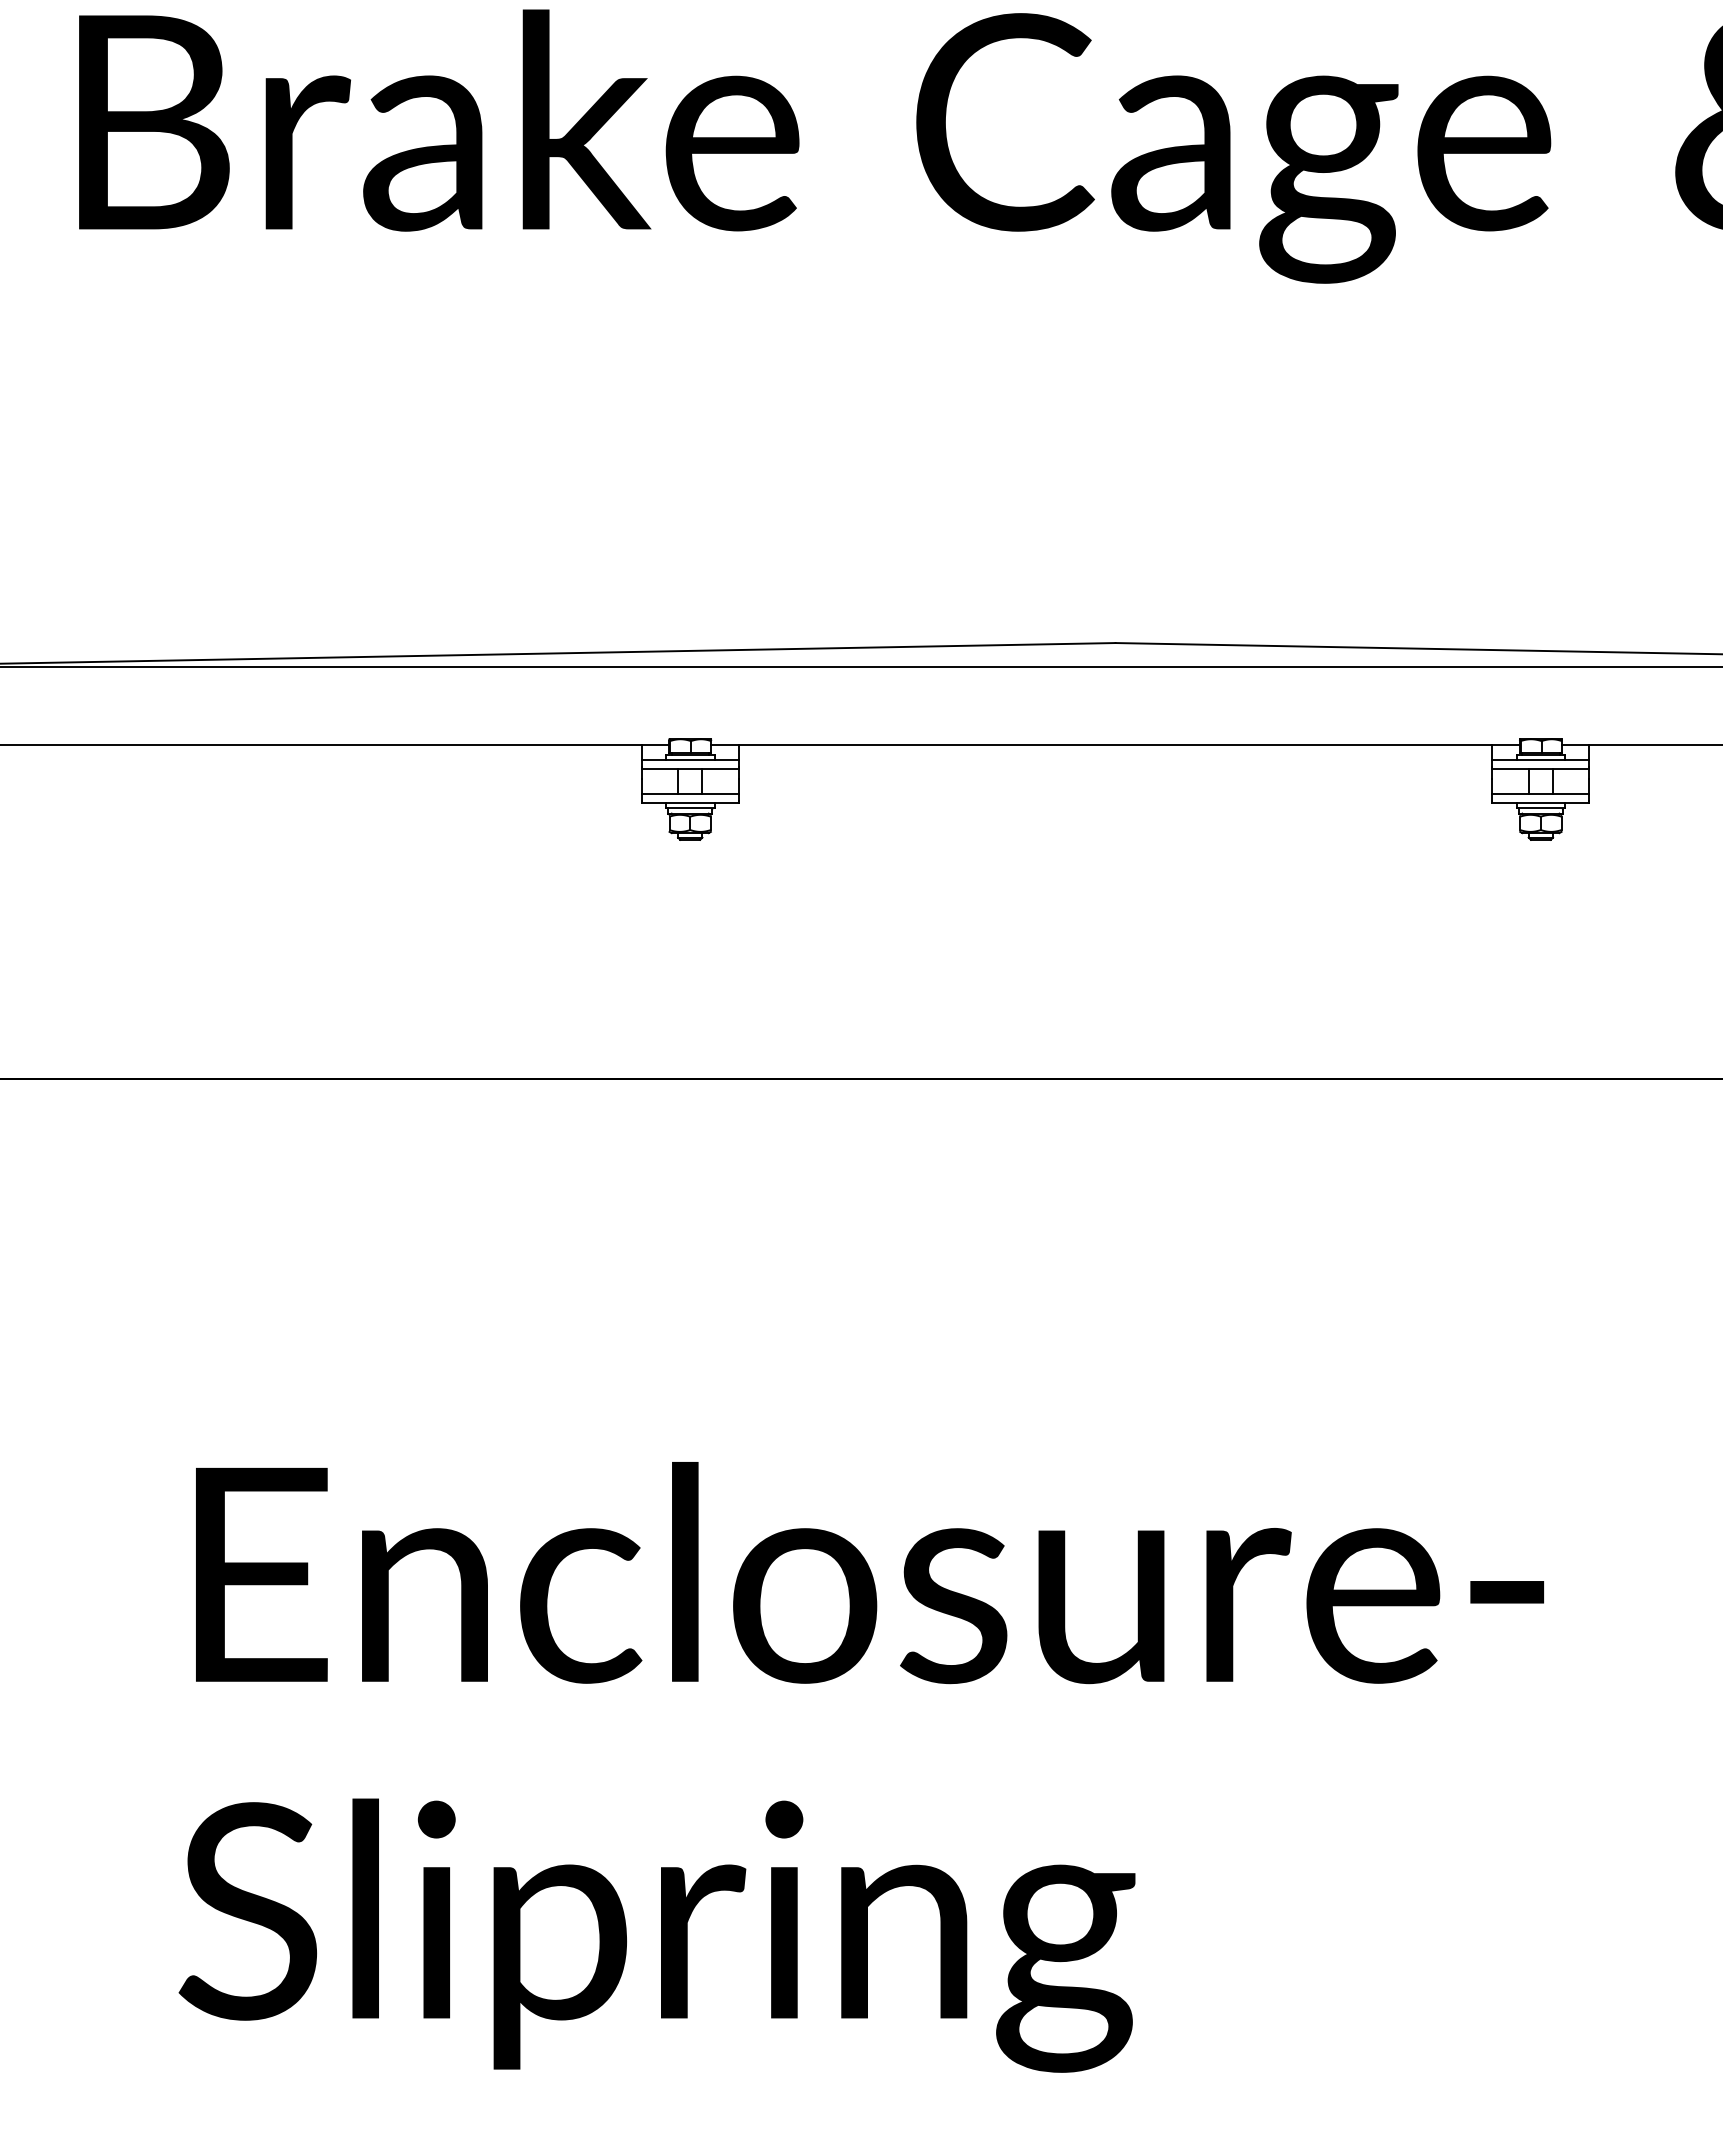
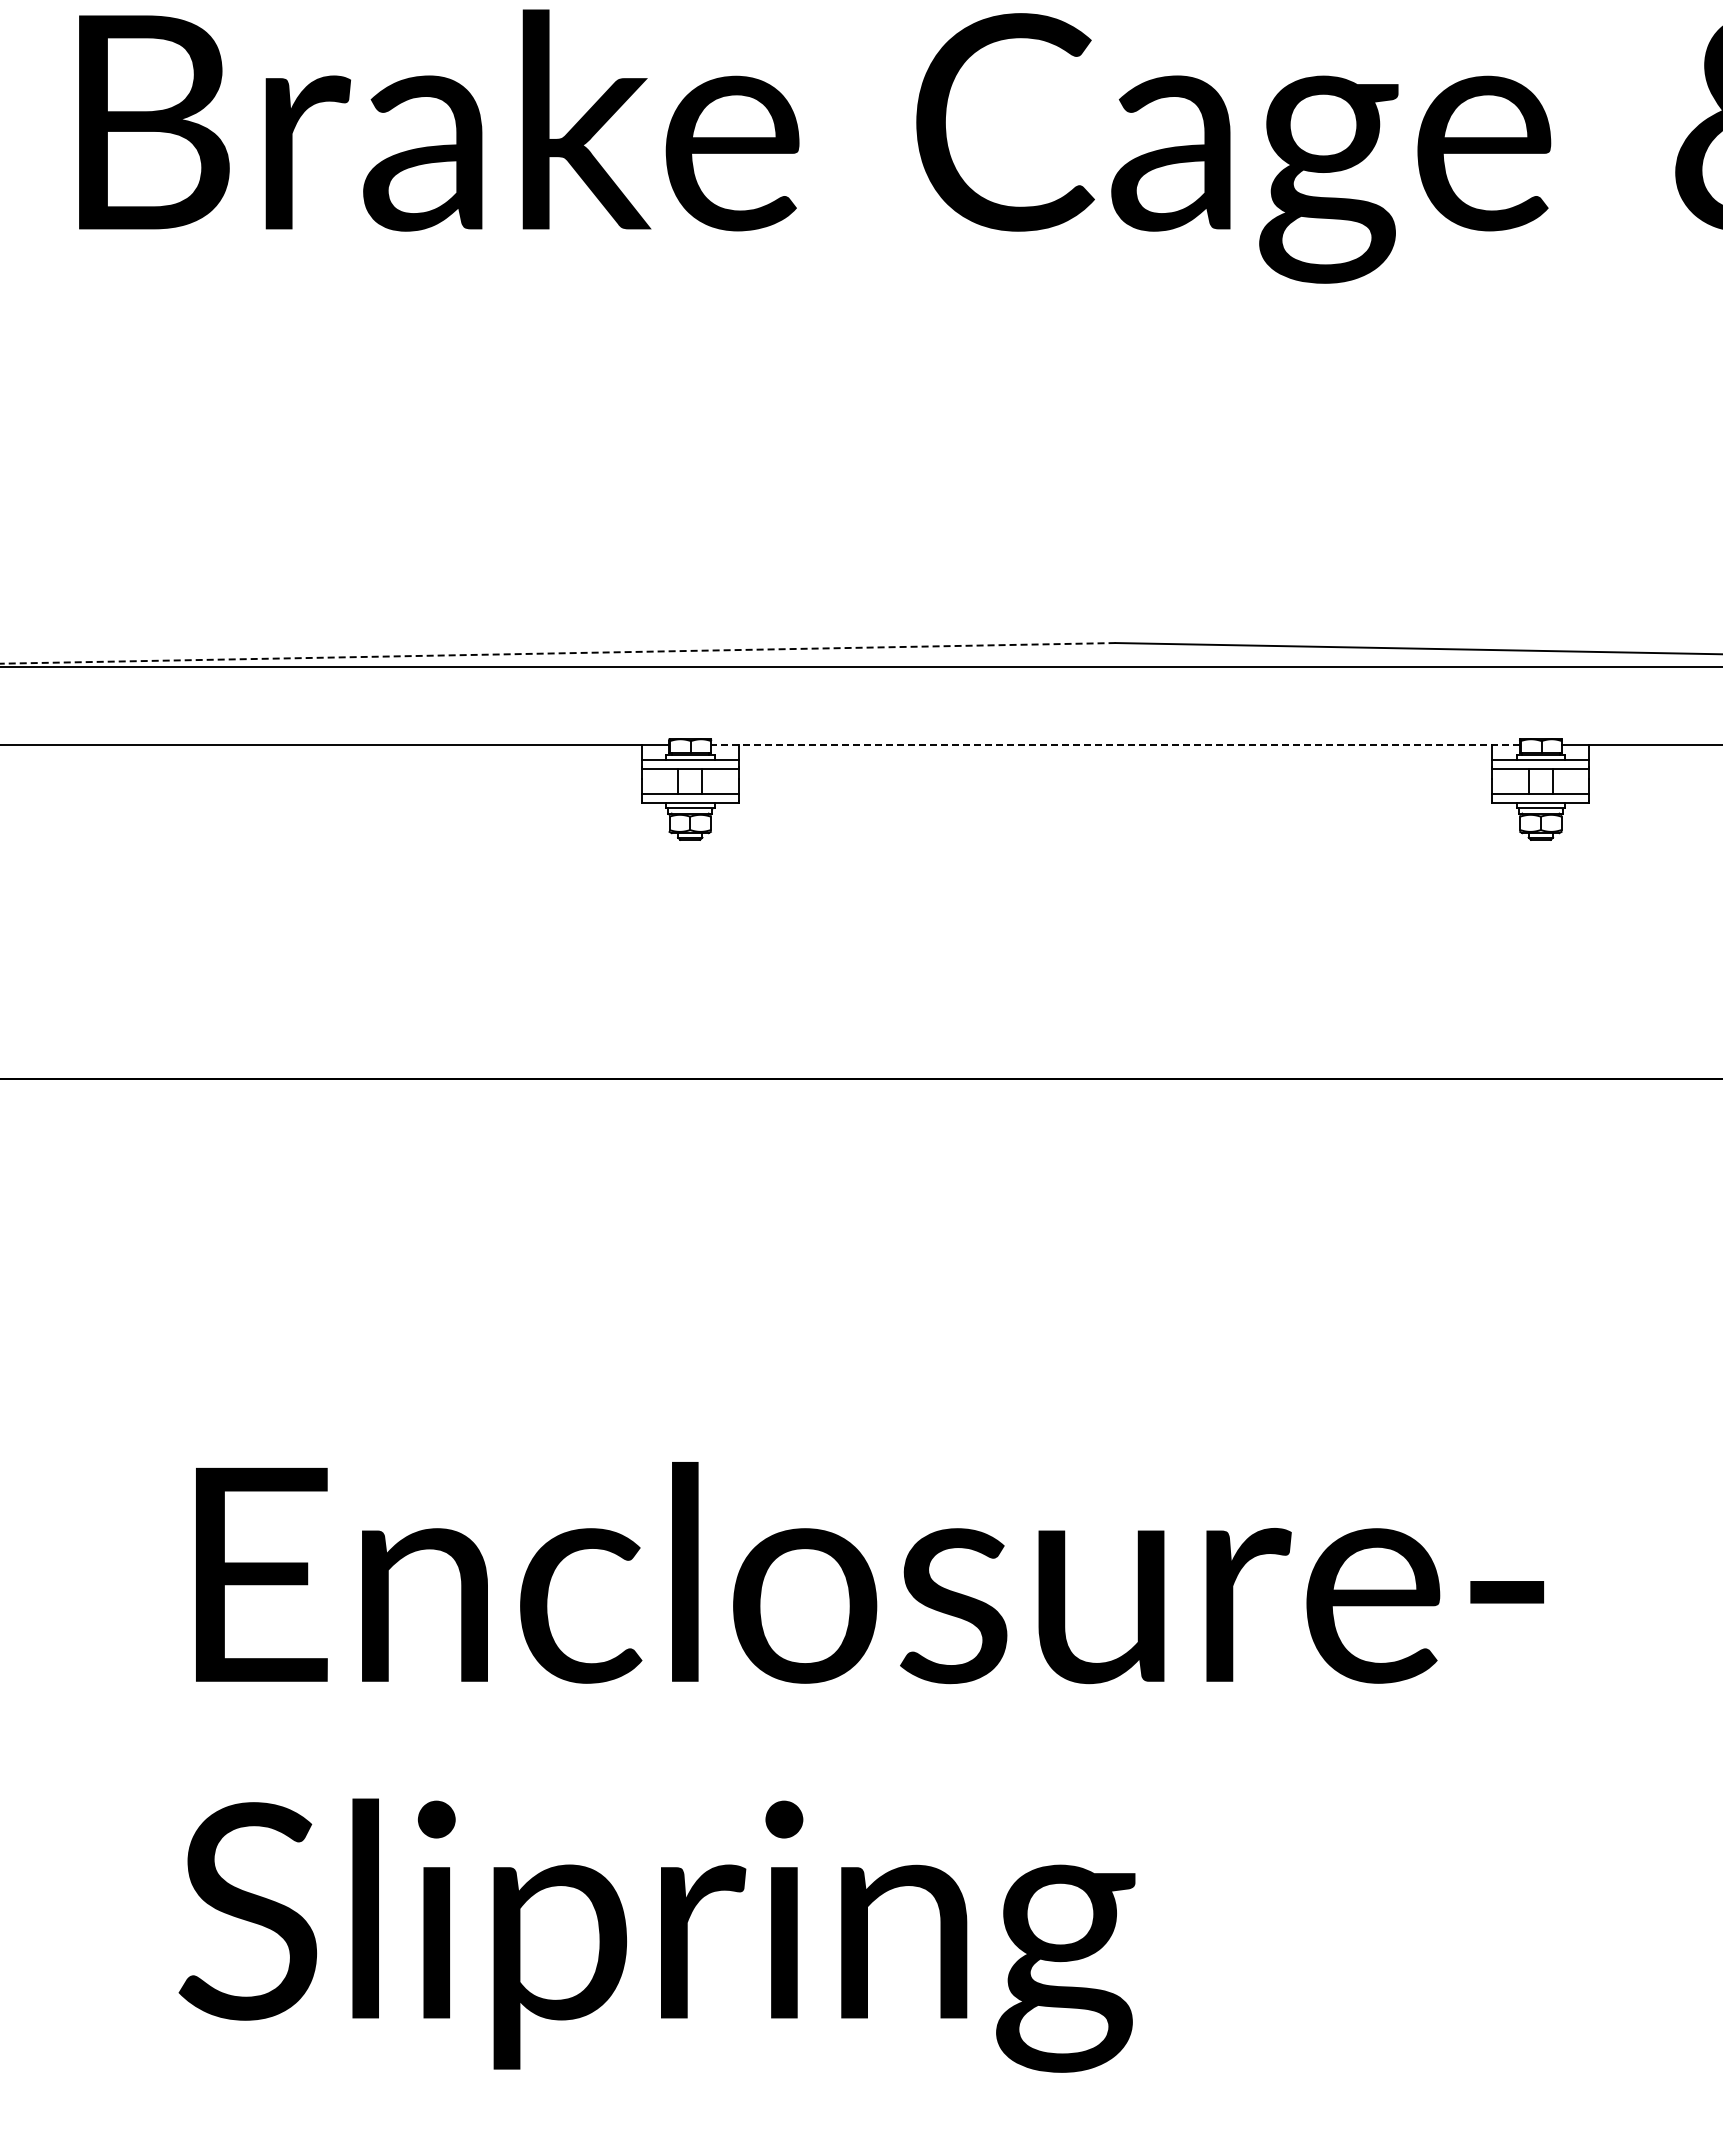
line at (557, 653): solid -> dashed
line at (1115, 745): solid -> dashed
